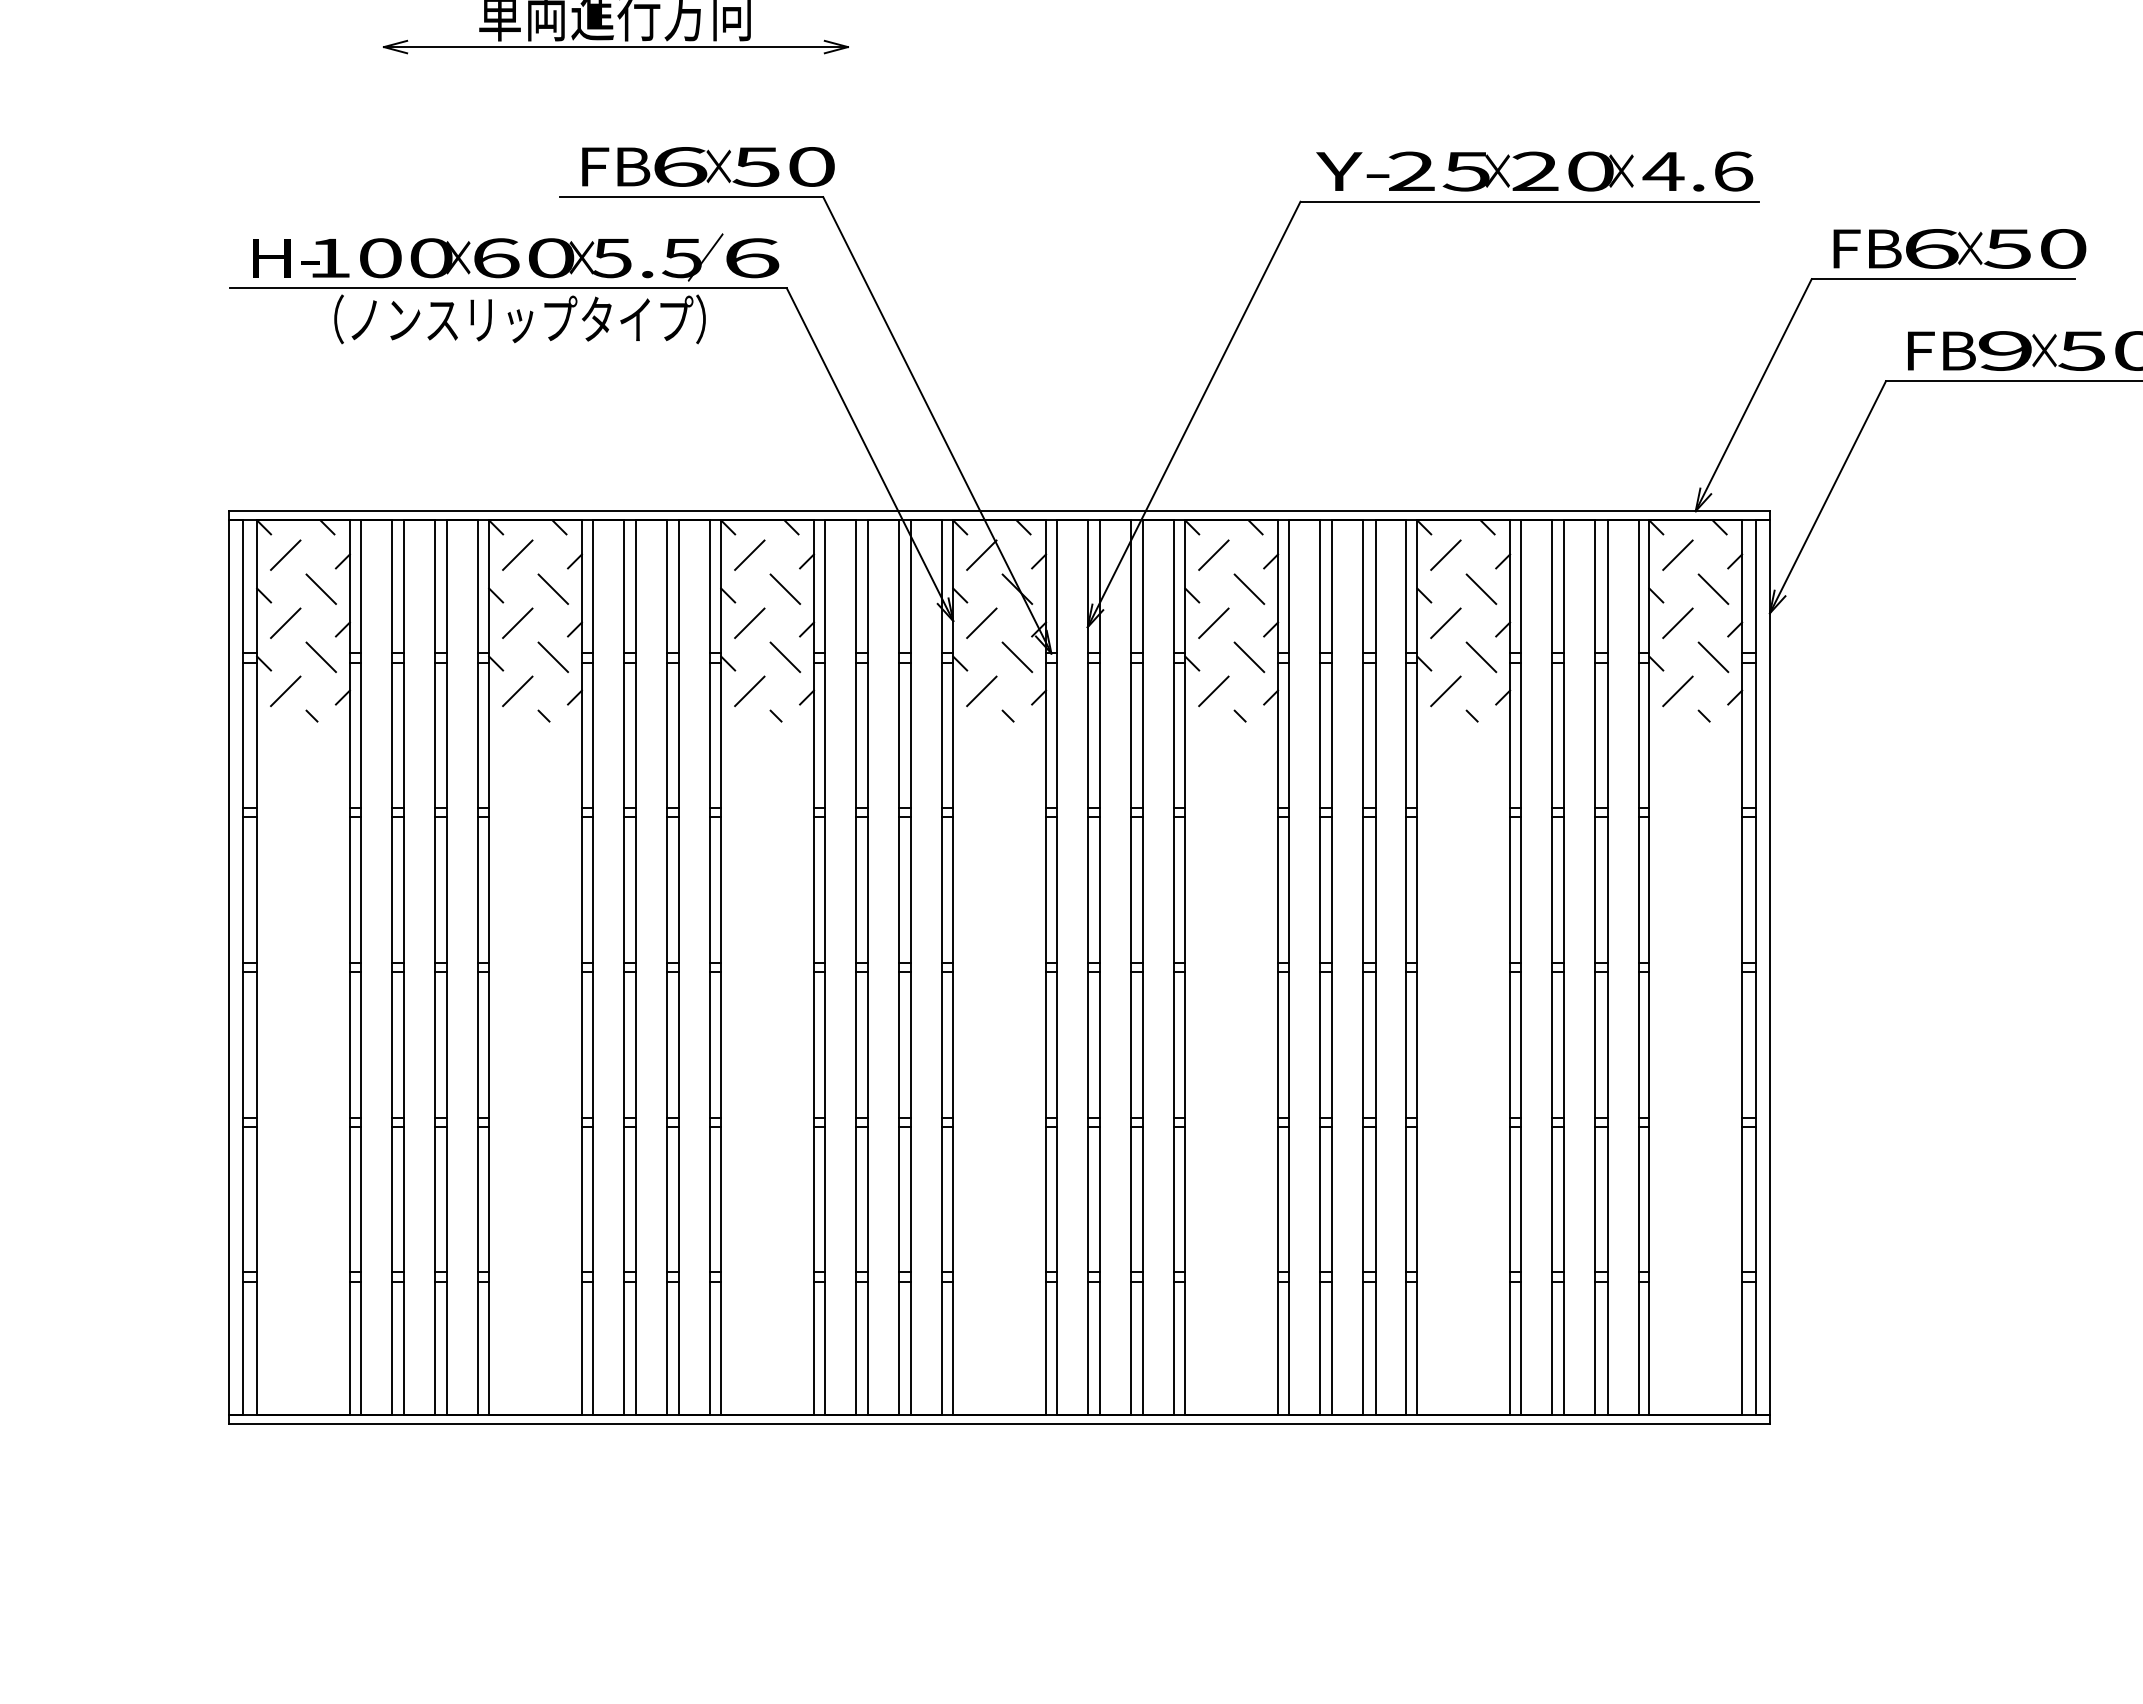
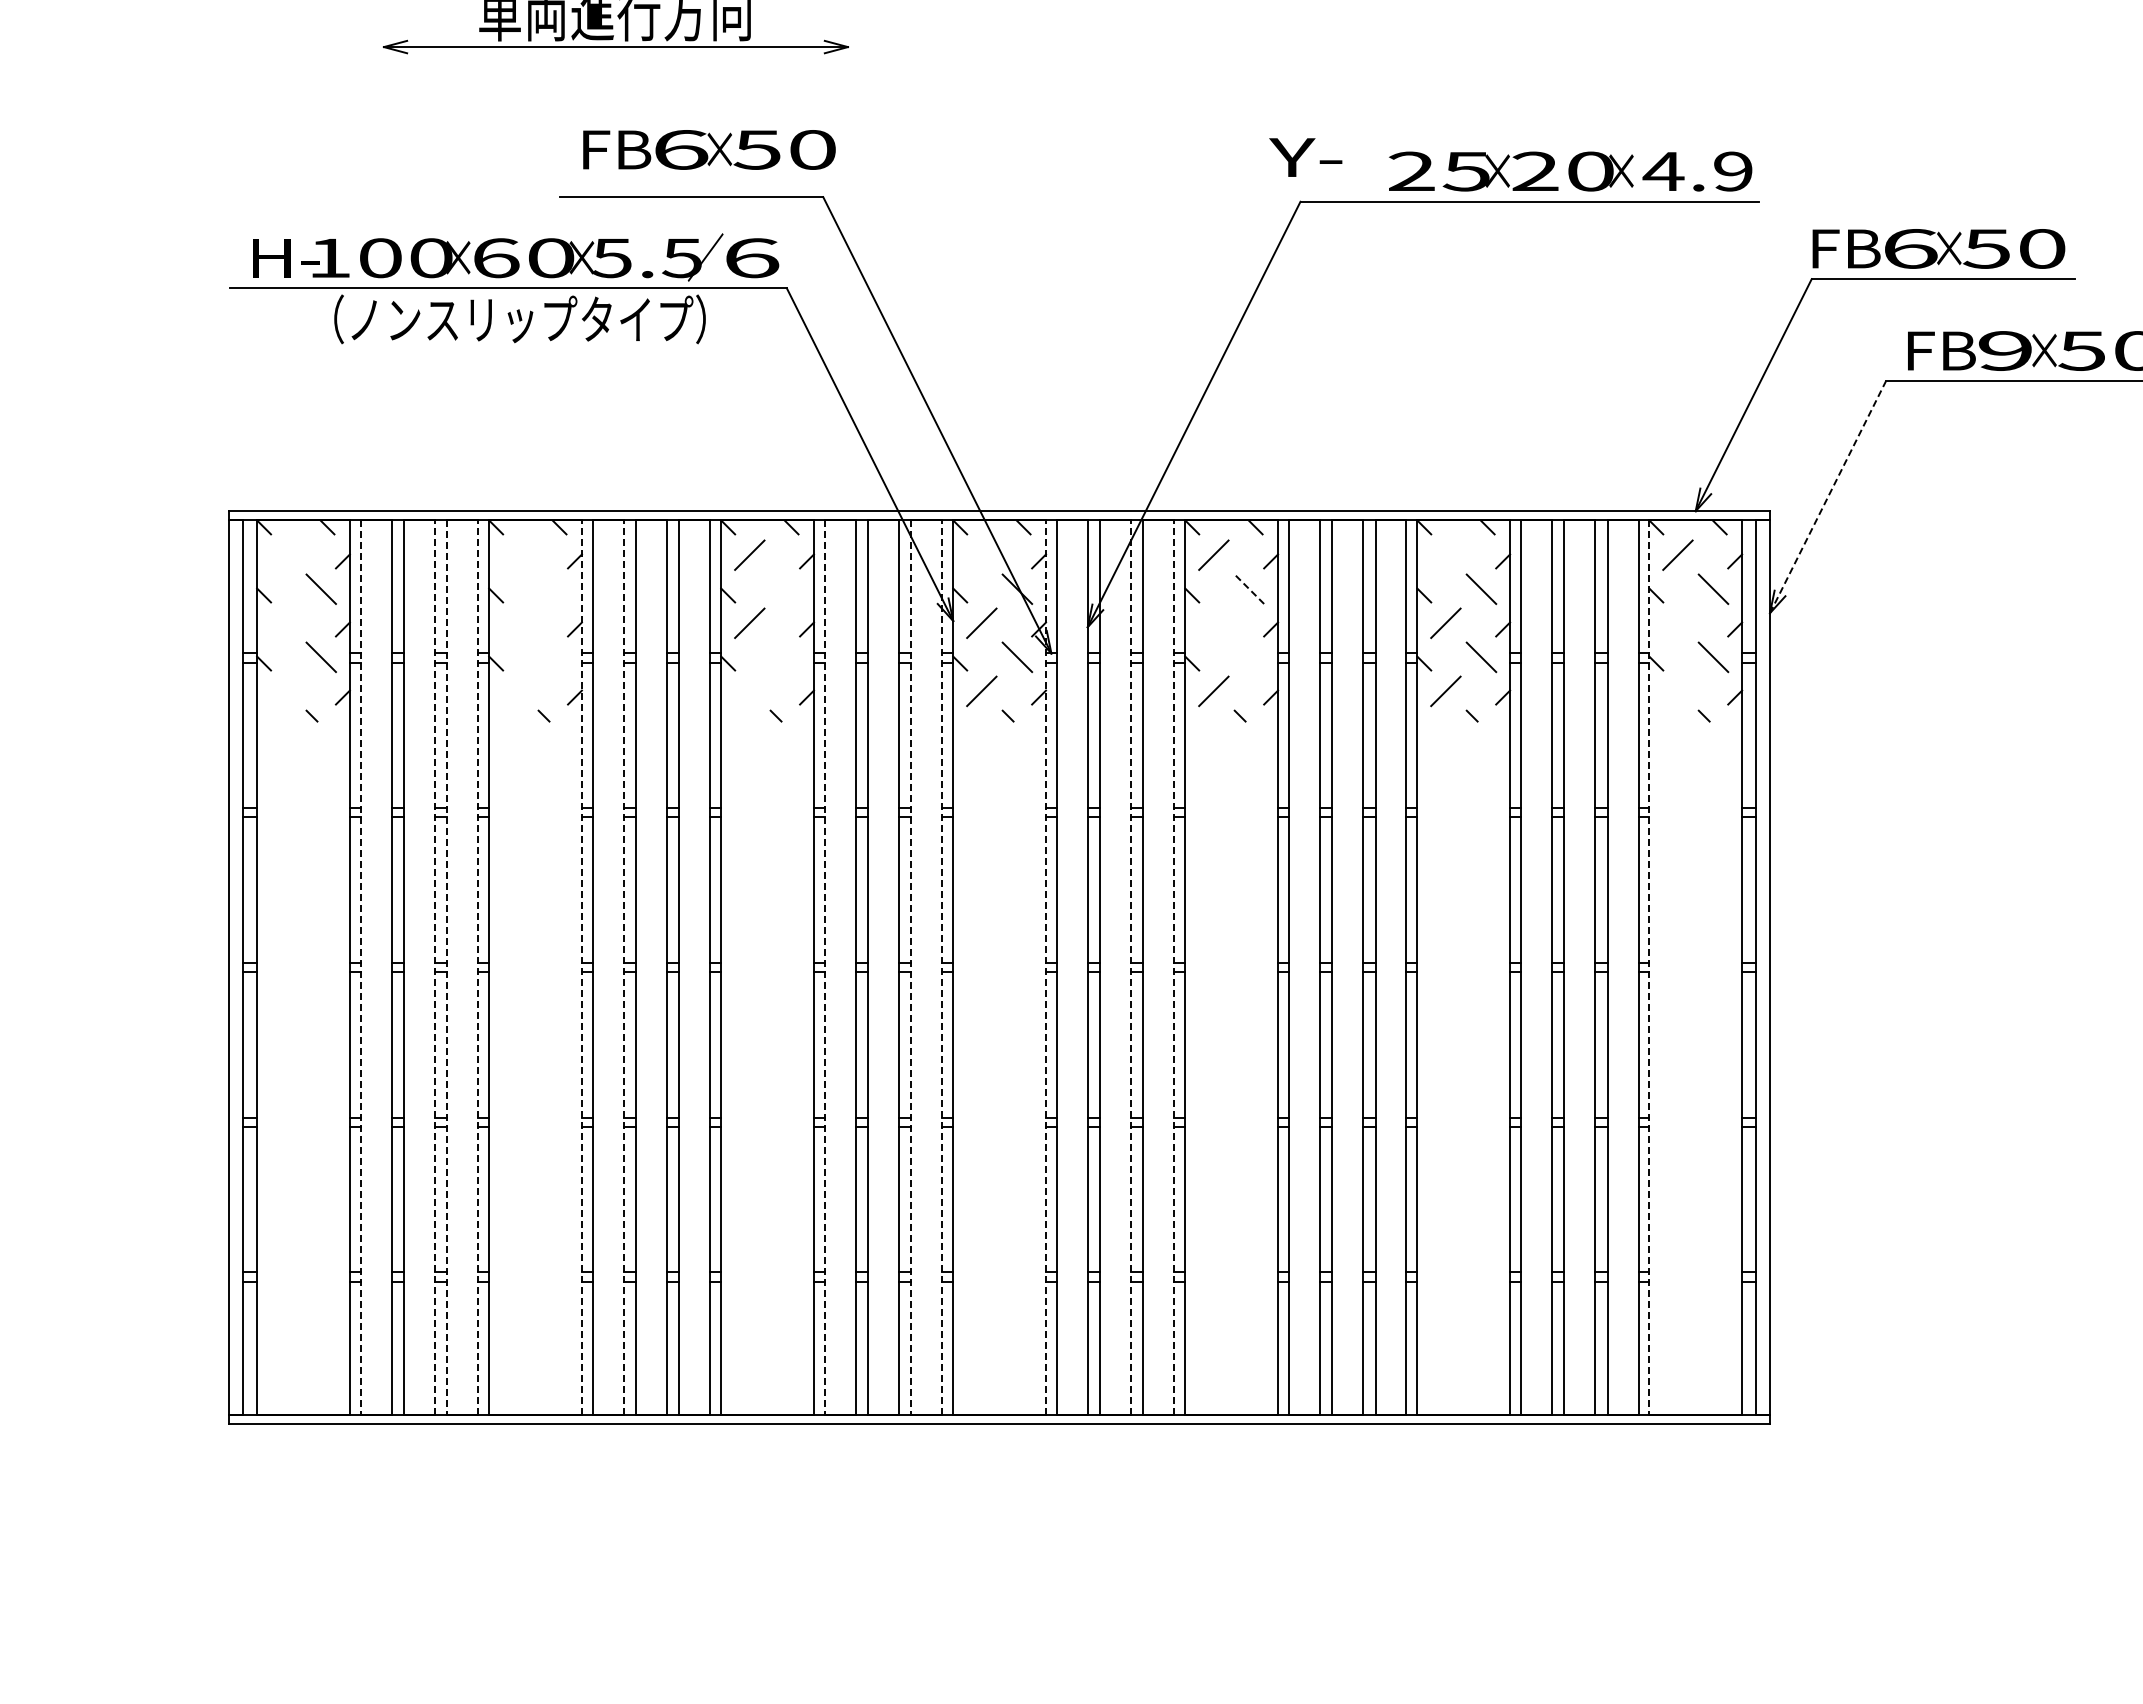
text at (708, 166) position: (708, 166) -> (709, 149)
text at (1352, 171) position: (1352, 171) -> (1305, 157)
text at (1733, 171): 4.6 -> 4.9
text at (1959, 248) position: (1959, 248) -> (1938, 248)
line at (1827, 497): solid -> dashed
line at (285, 554): present -> none
line at (517, 554): present -> none
line at (981, 554): present -> none
line at (1445, 554): present -> none
line at (553, 588): present -> none
line at (785, 588): present -> none
line at (1249, 589): solid -> dashed
line at (285, 623): present -> none
line at (517, 623): present -> none
line at (1213, 623): present -> none
line at (1677, 623): present -> none
line at (553, 657): present -> none
line at (785, 657): present -> none
line at (1249, 657): present -> none
line at (285, 690): present -> none
line at (517, 691): present -> none
line at (749, 691): present -> none
line at (1677, 691): present -> none
line at (434, 967): solid -> dashed
line at (478, 967): solid -> dashed
line at (581, 967): solid -> dashed
line at (623, 967): solid -> dashed
line at (942, 967): solid -> dashed
line at (1046, 967): solid -> dashed
line at (1131, 967): solid -> dashed
line at (1174, 967): solid -> dashed
line at (360, 968): solid -> dashed
line at (447, 968): solid -> dashed
line at (824, 968): solid -> dashed
line at (911, 968): solid -> dashed
line at (1649, 968): solid -> dashed
